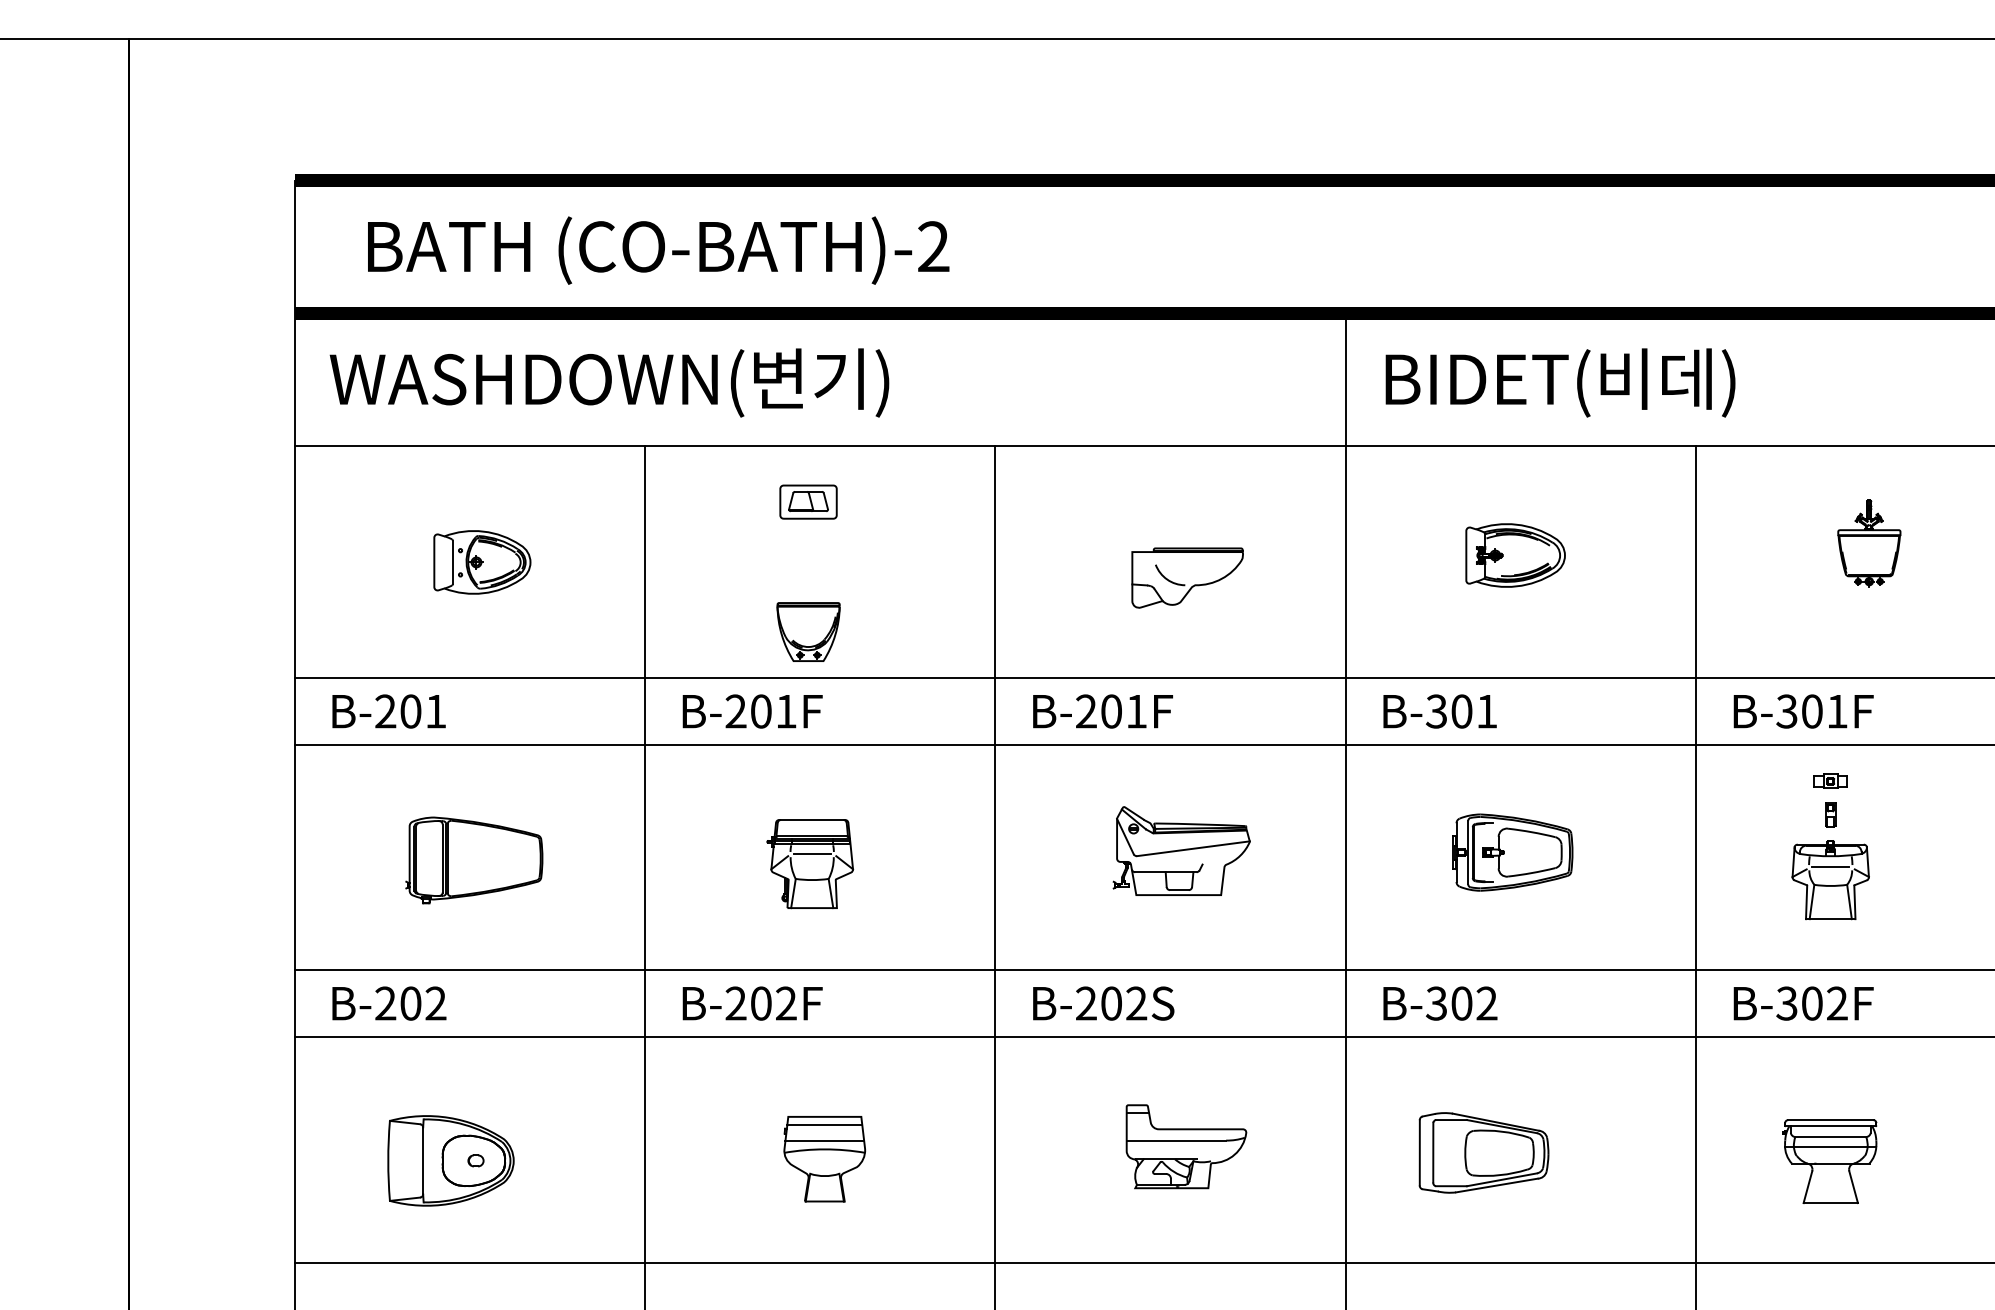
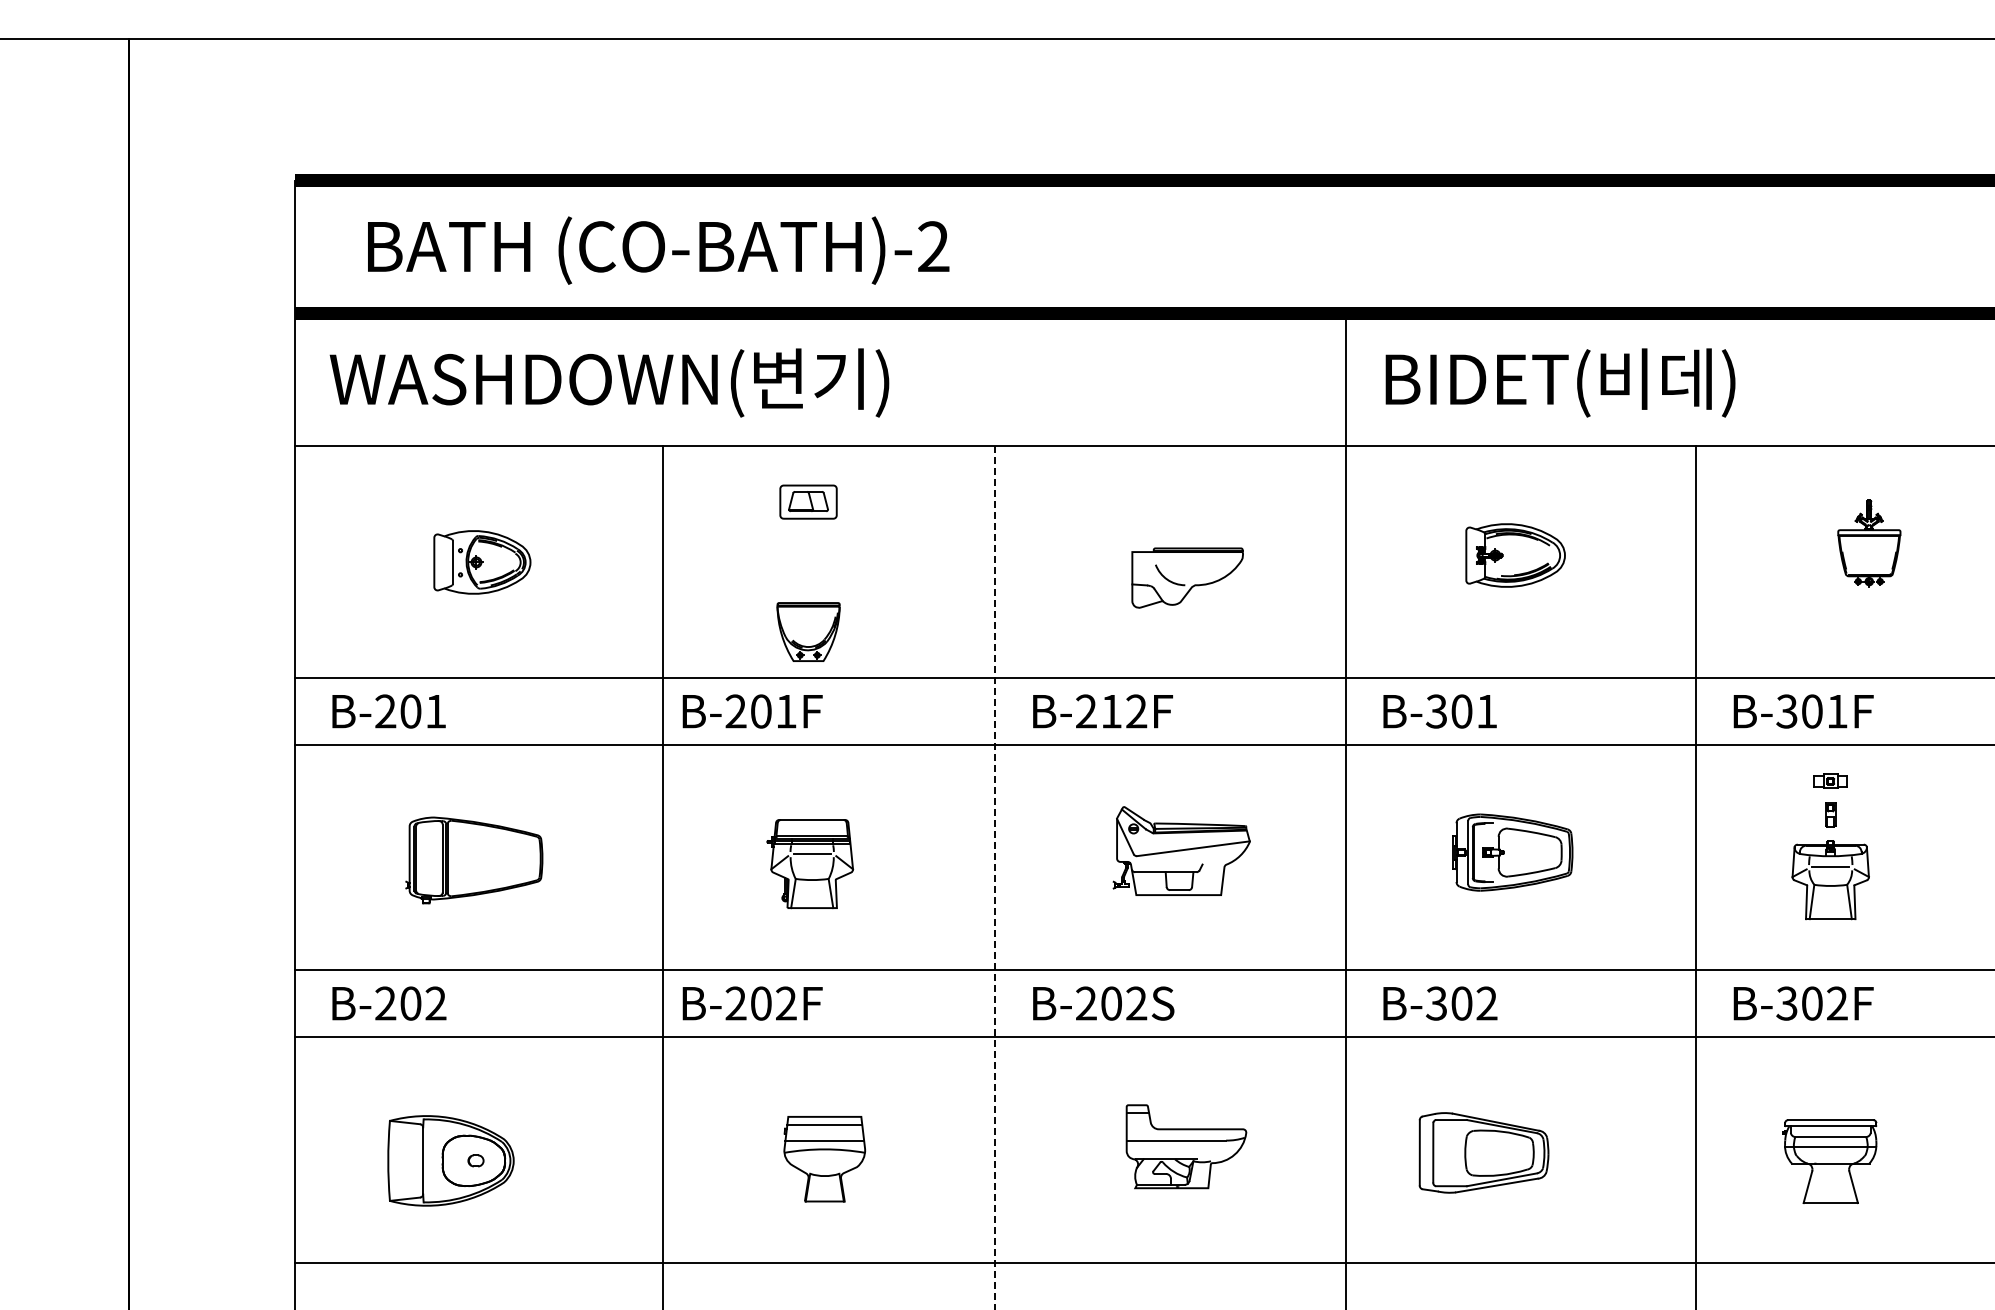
text at (1124, 711): B-201F -> B-212F
line at (645, 876) position: (645, 876) -> (663, 876)
line at (995, 877): solid -> dashed
